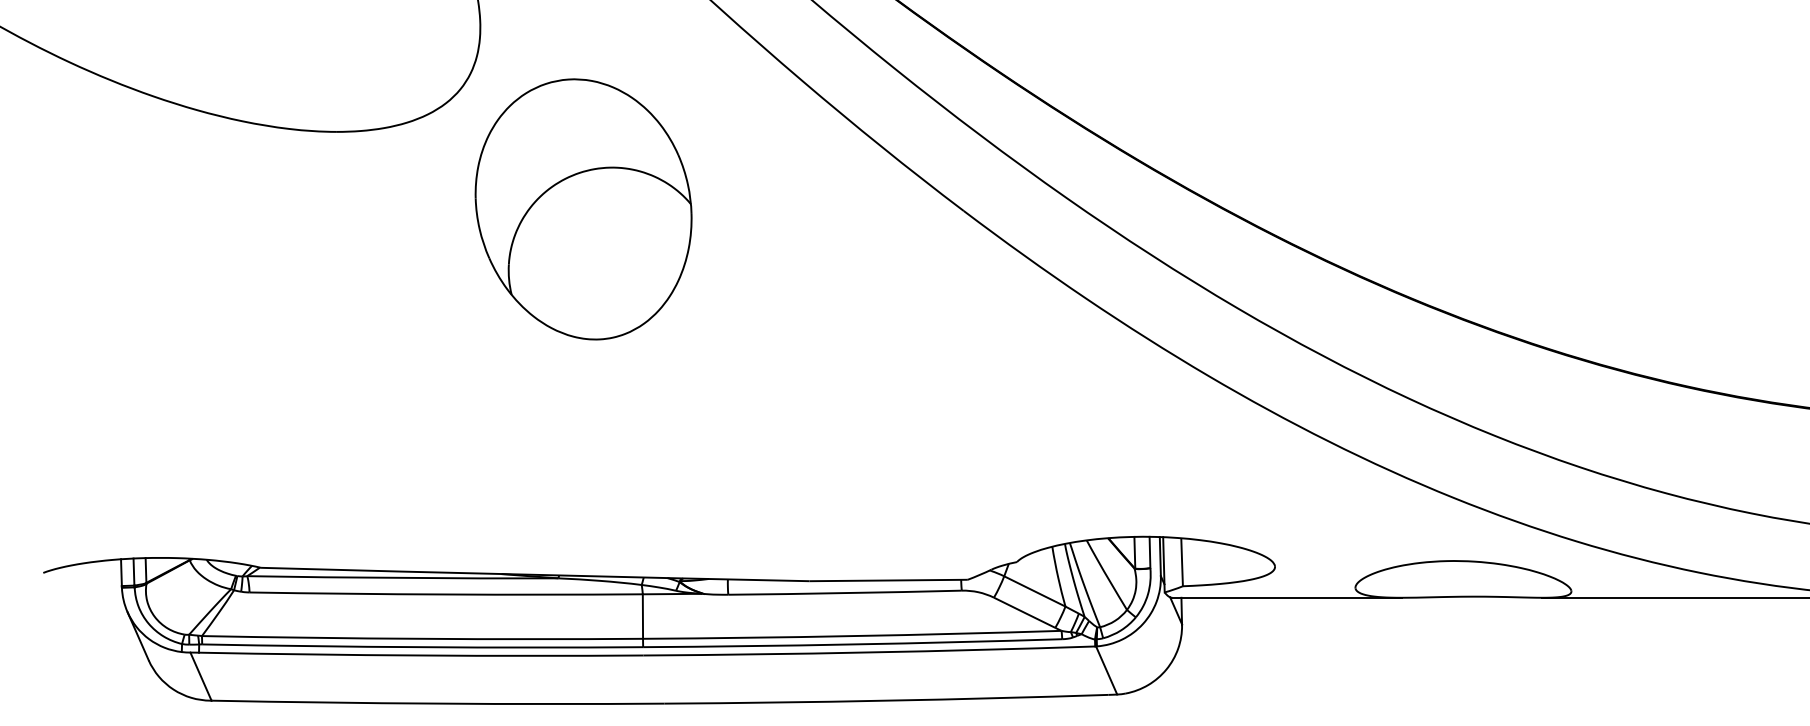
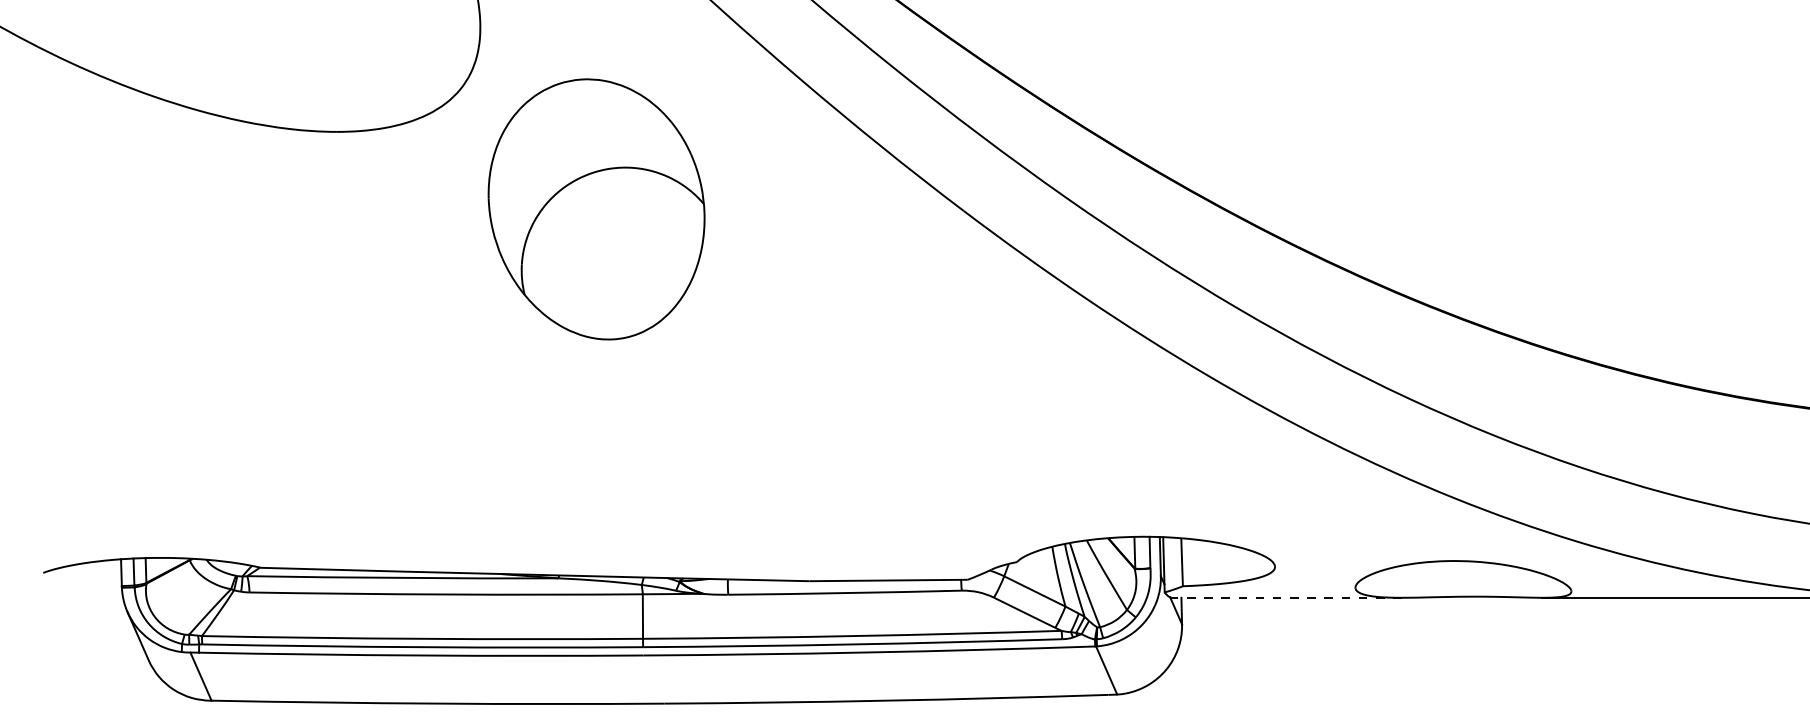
part at (583, 209) position: (583, 209) -> (596, 209)
line at (1286, 597): solid -> dashed
